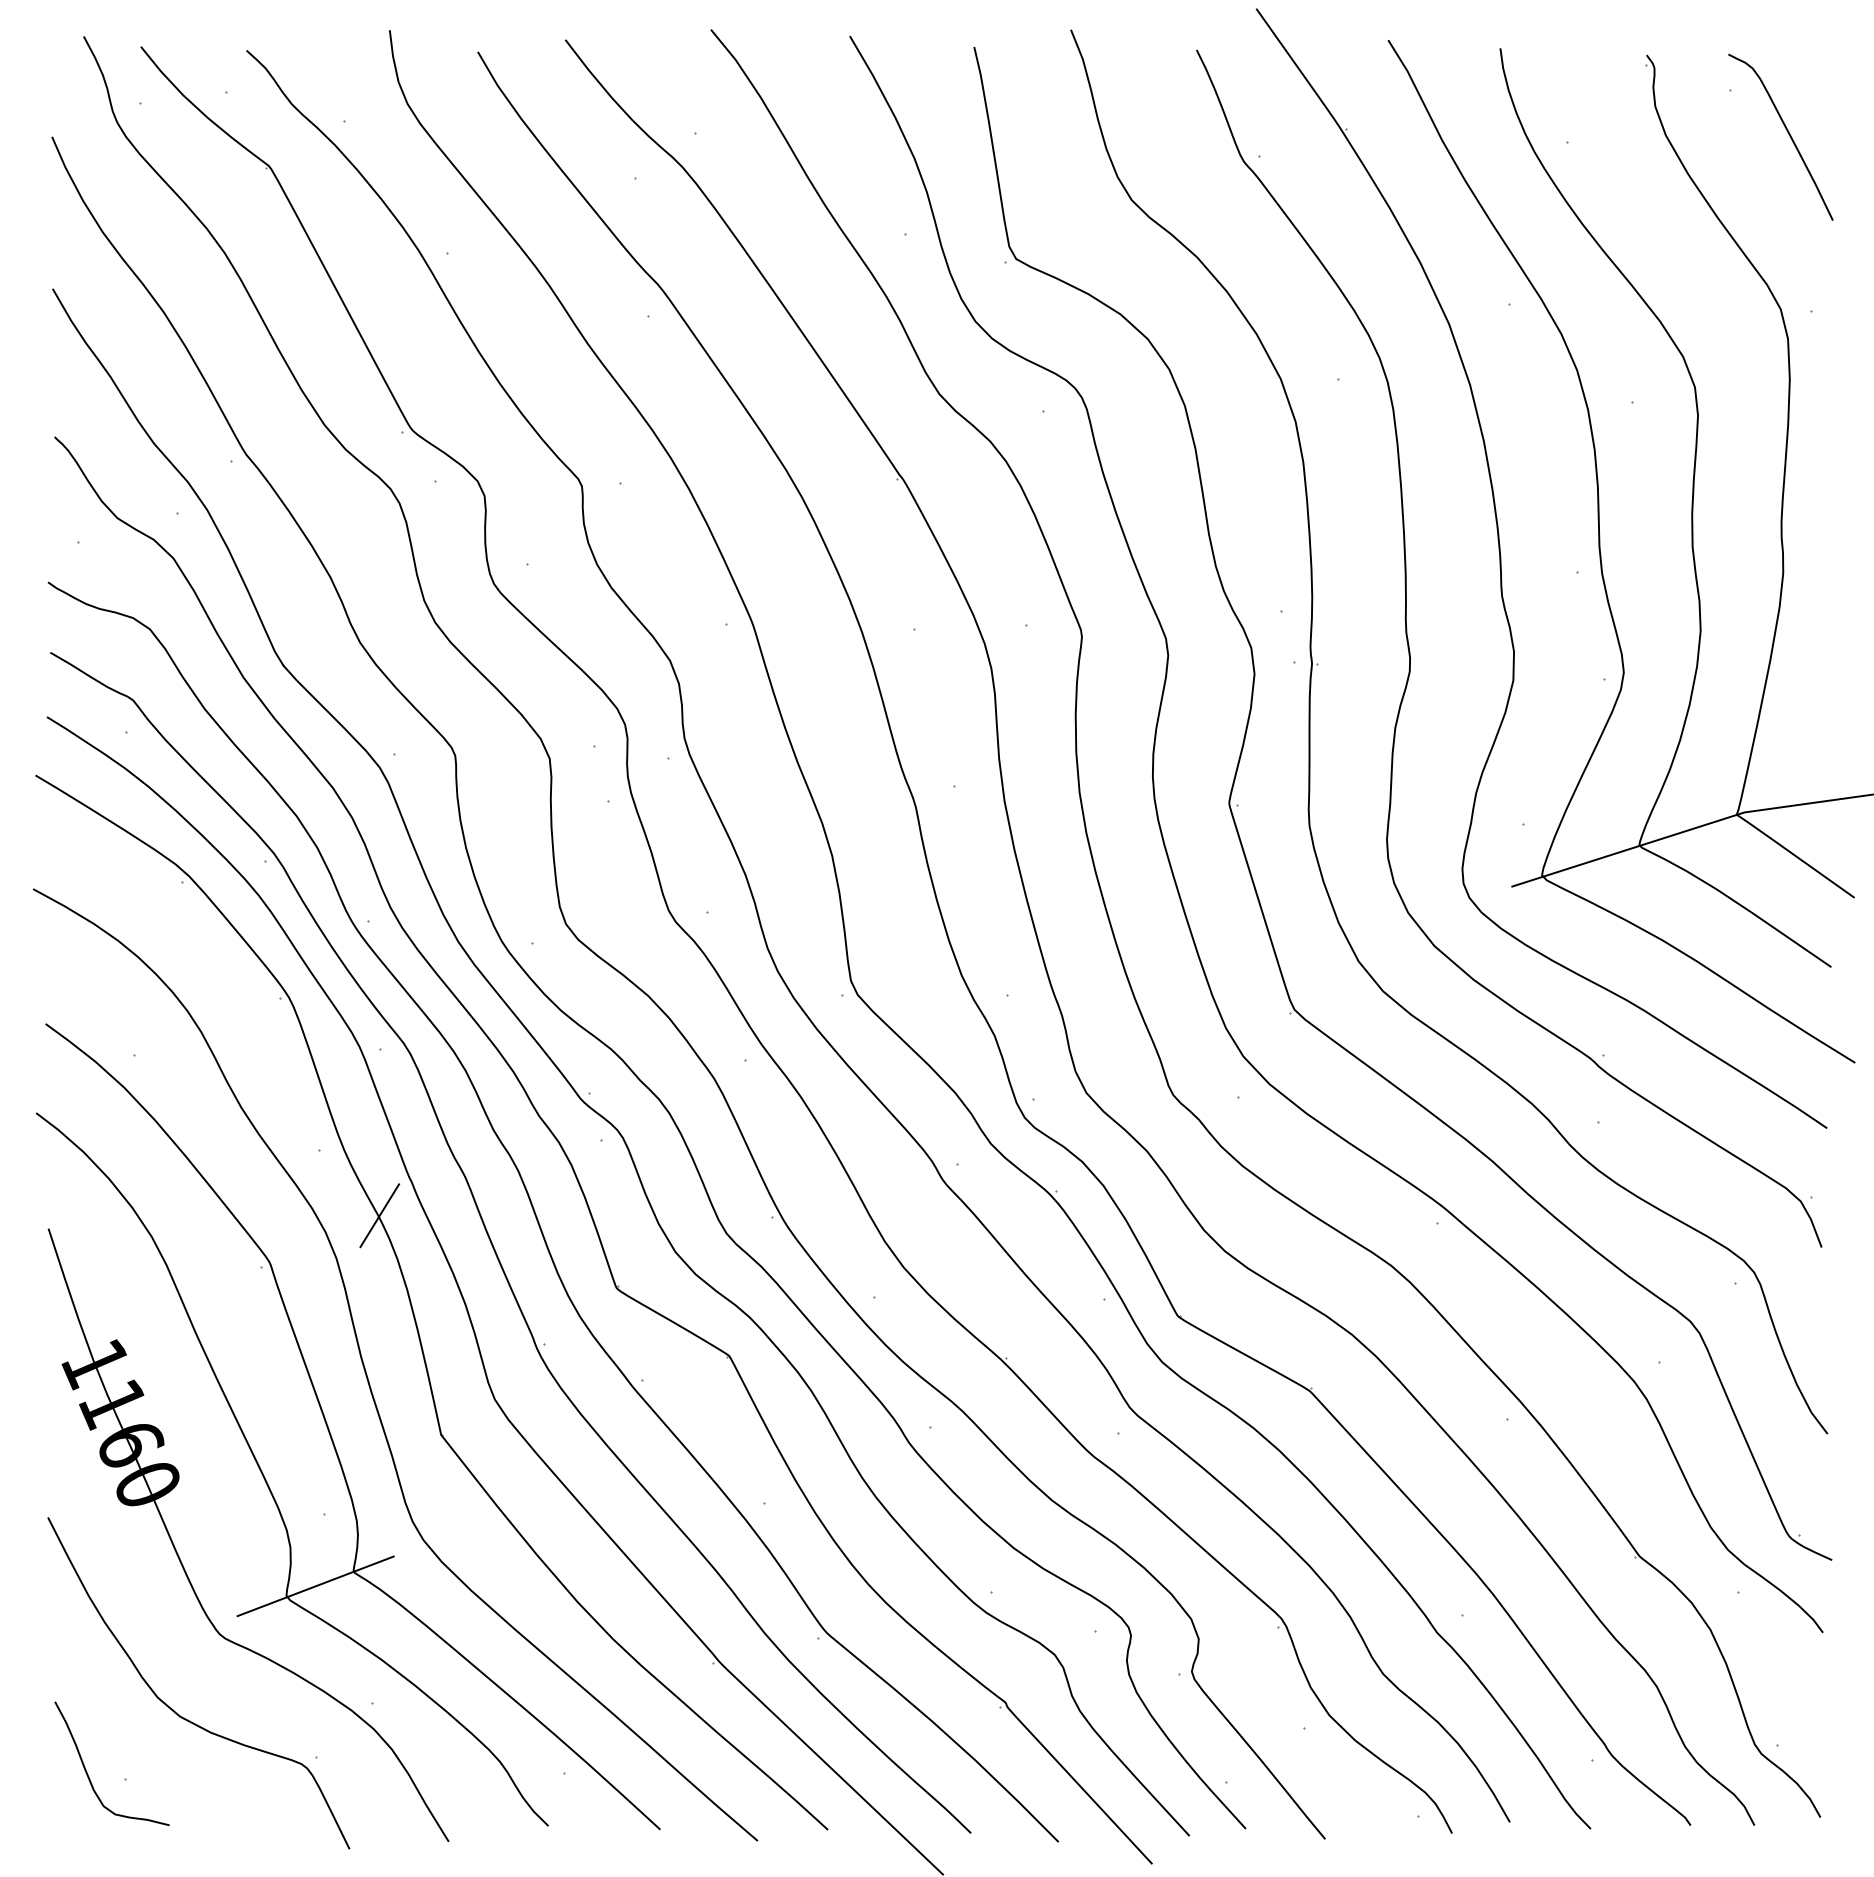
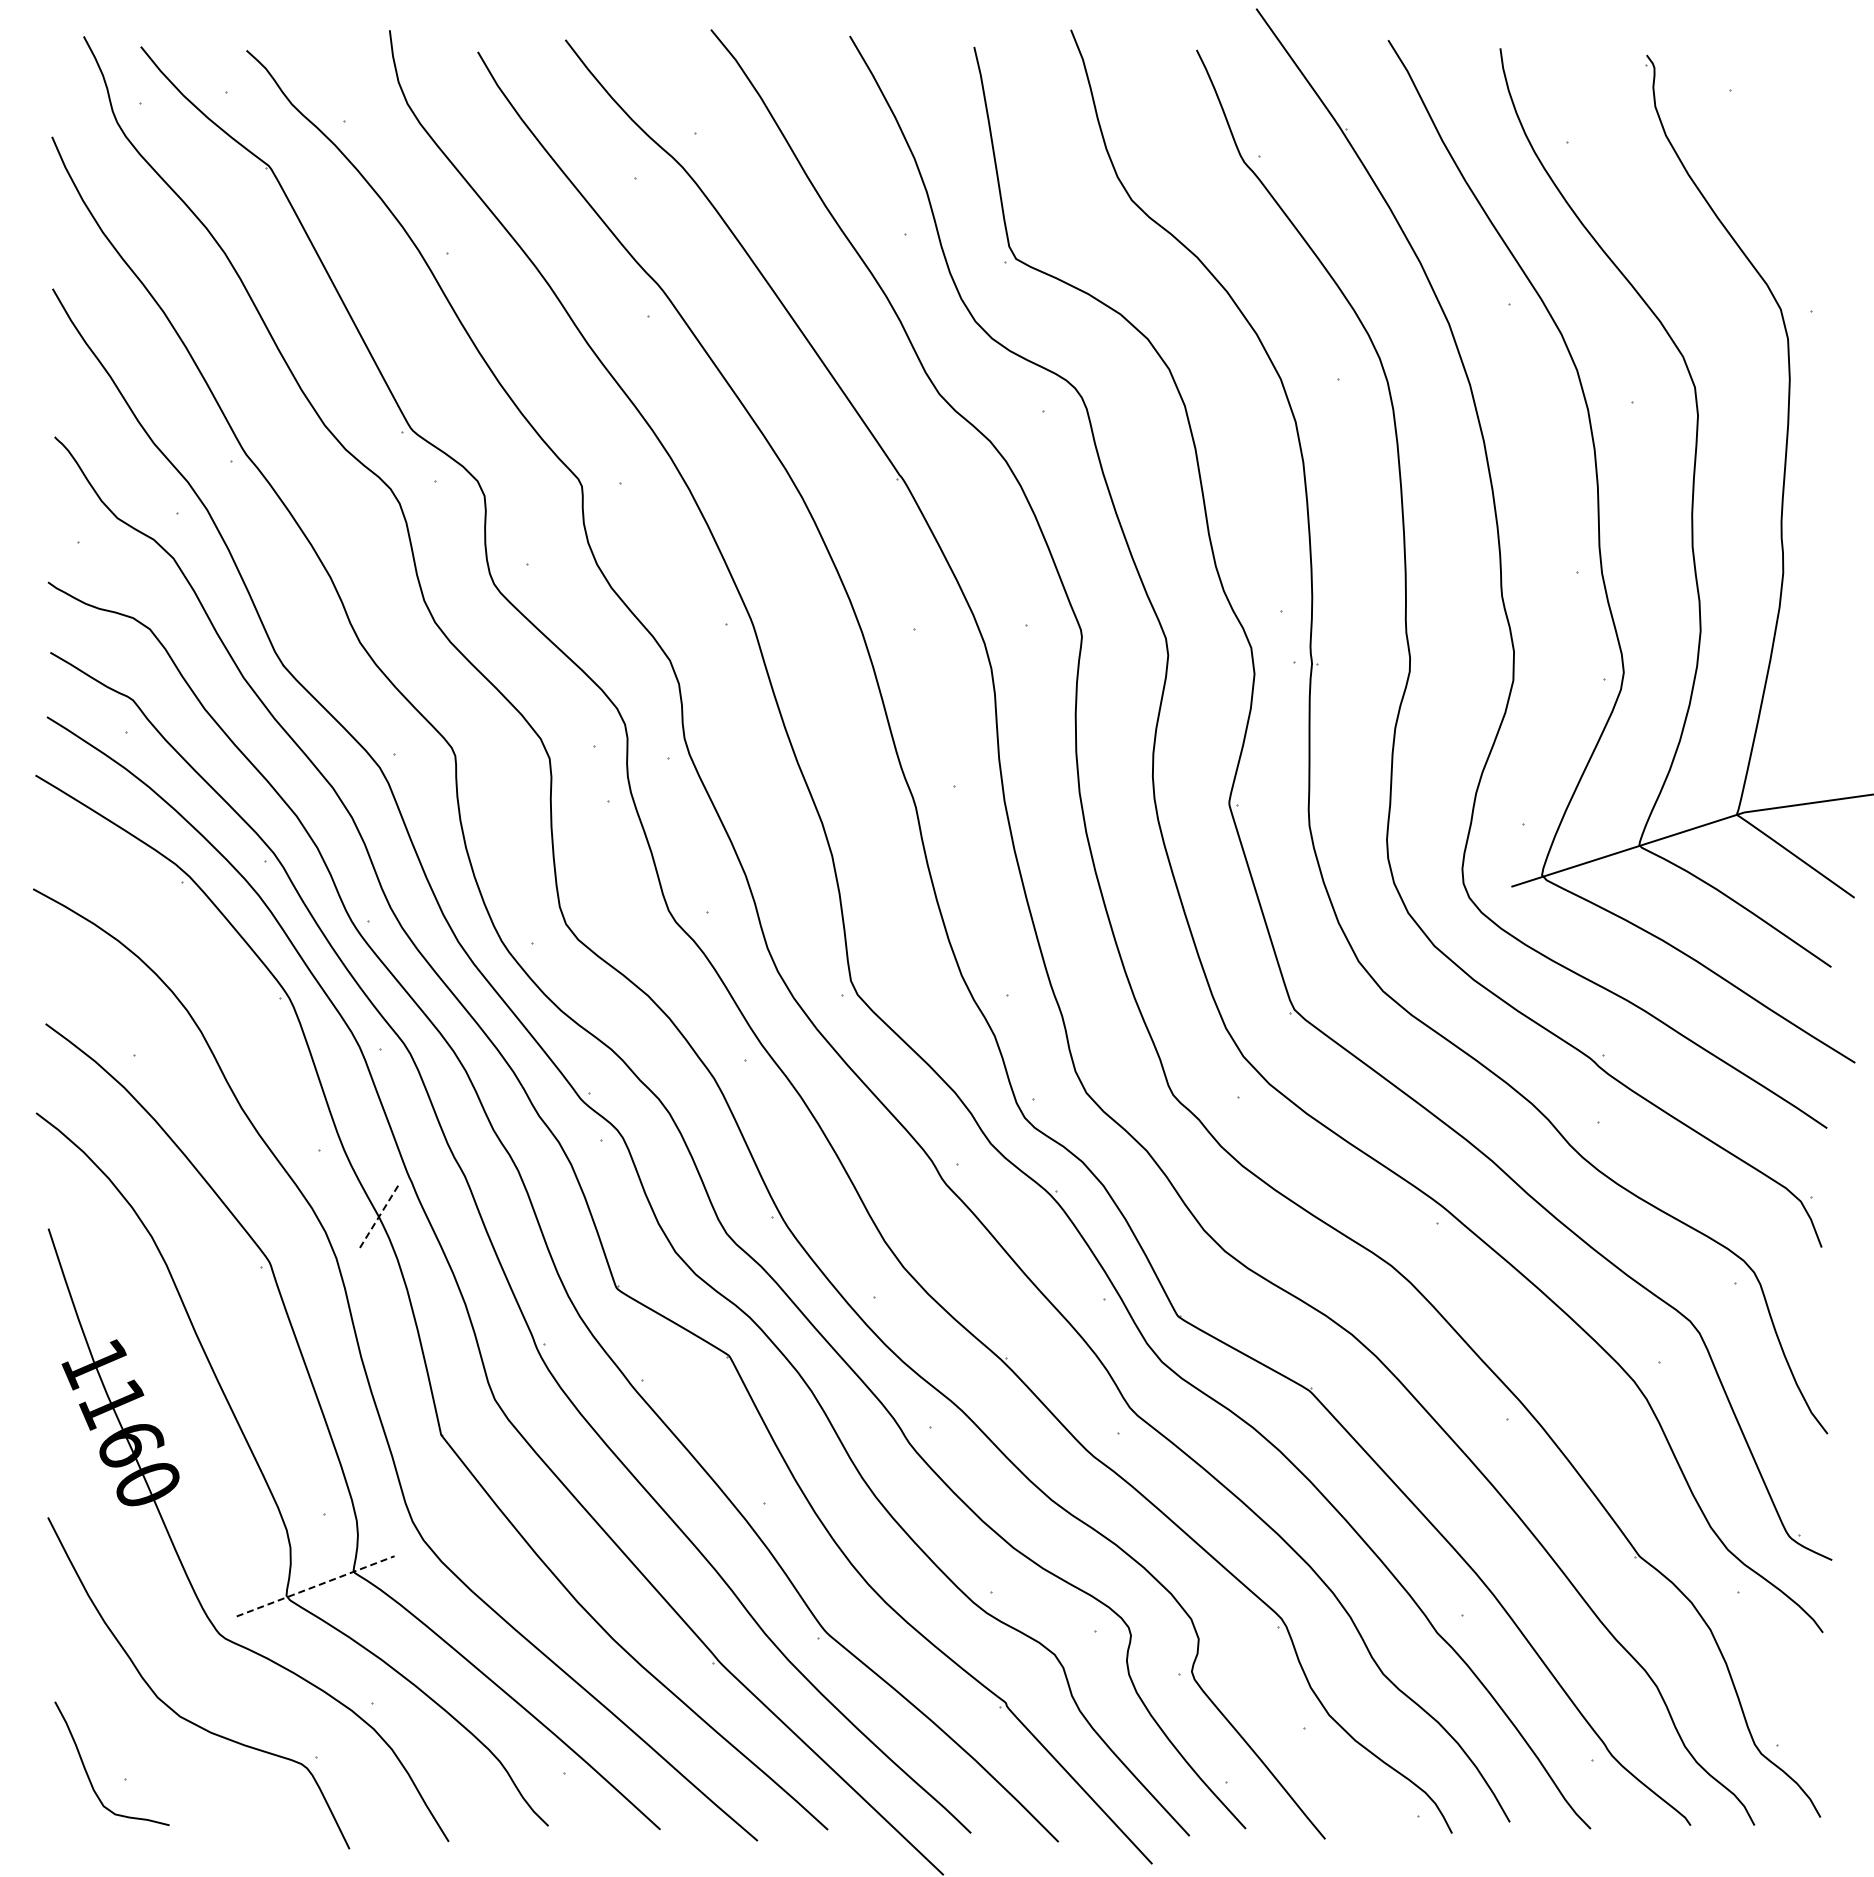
curve at (1787, 132): present -> none
line at (379, 1215): solid -> dashed
line at (316, 1586): solid -> dashed
